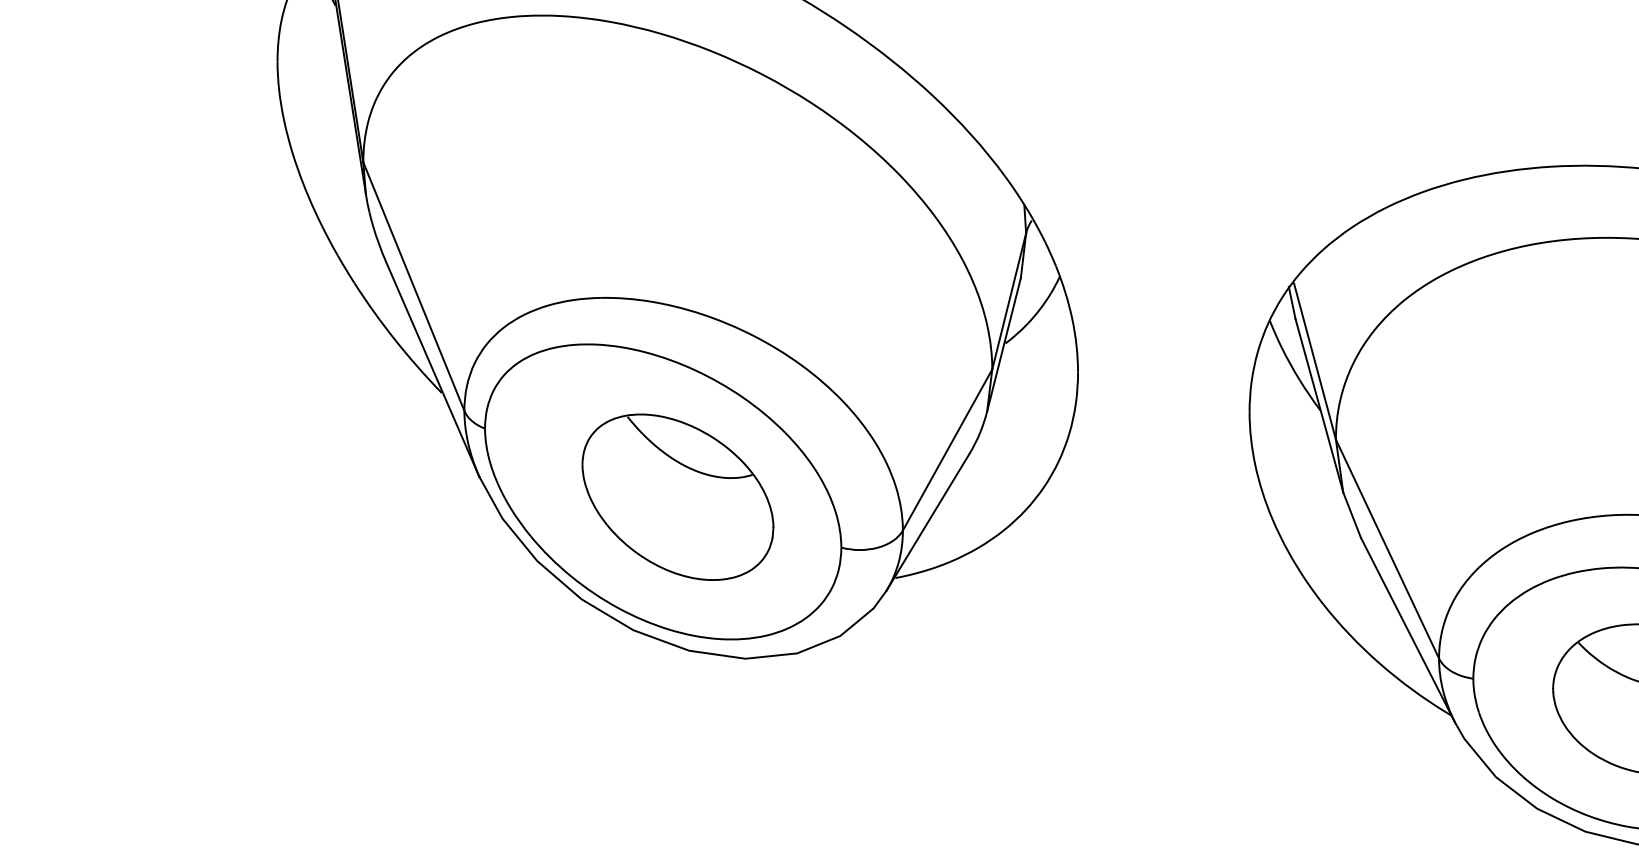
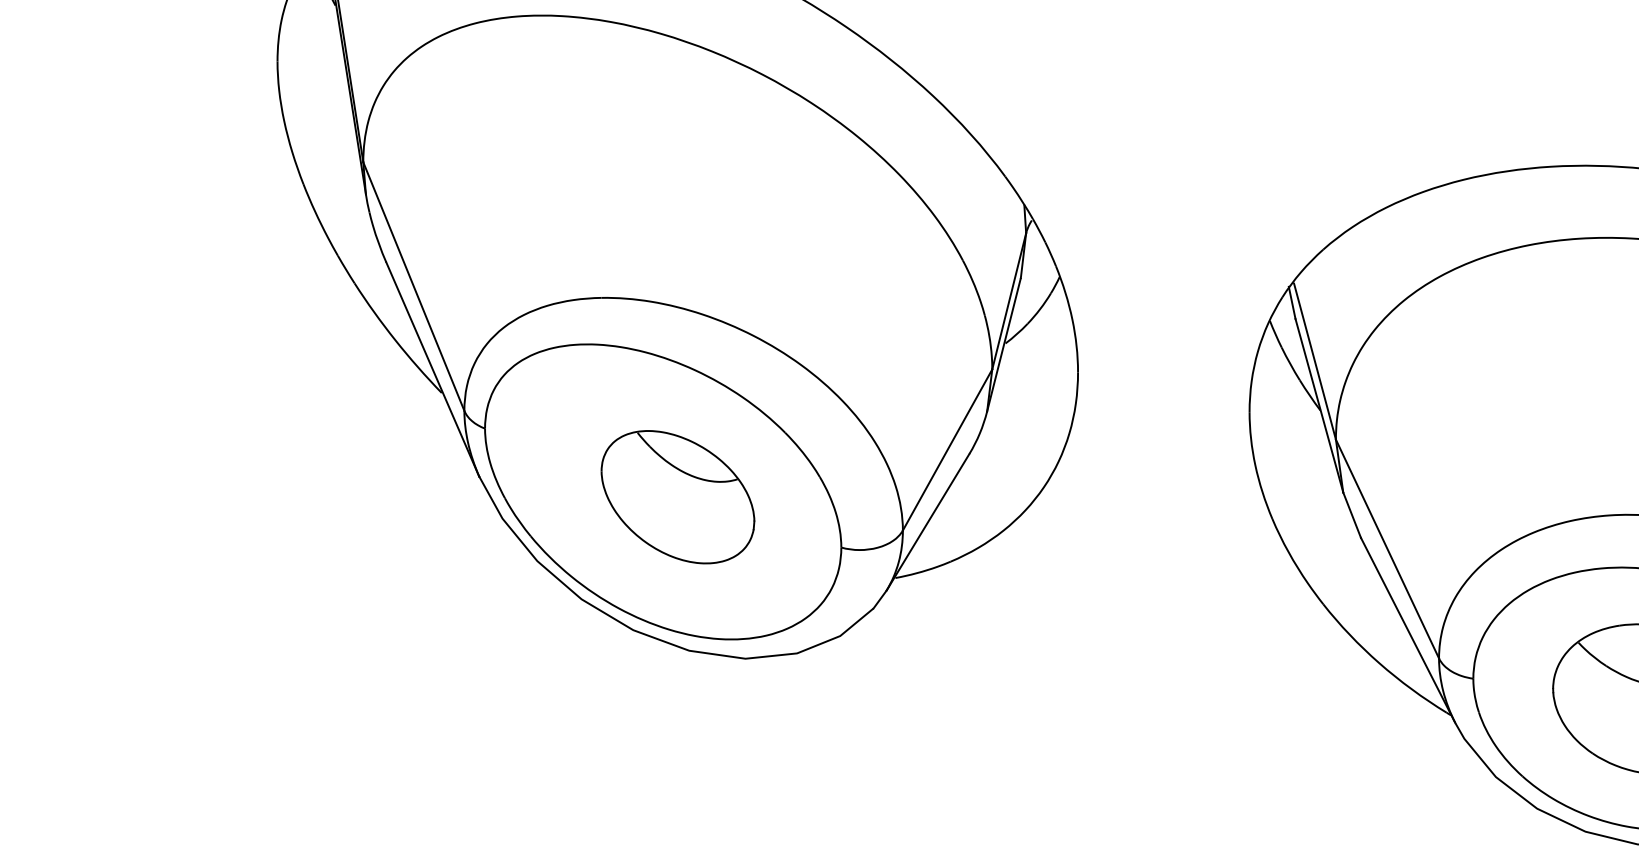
part at (677, 496) size: 194x168 px -> 156x135 px
